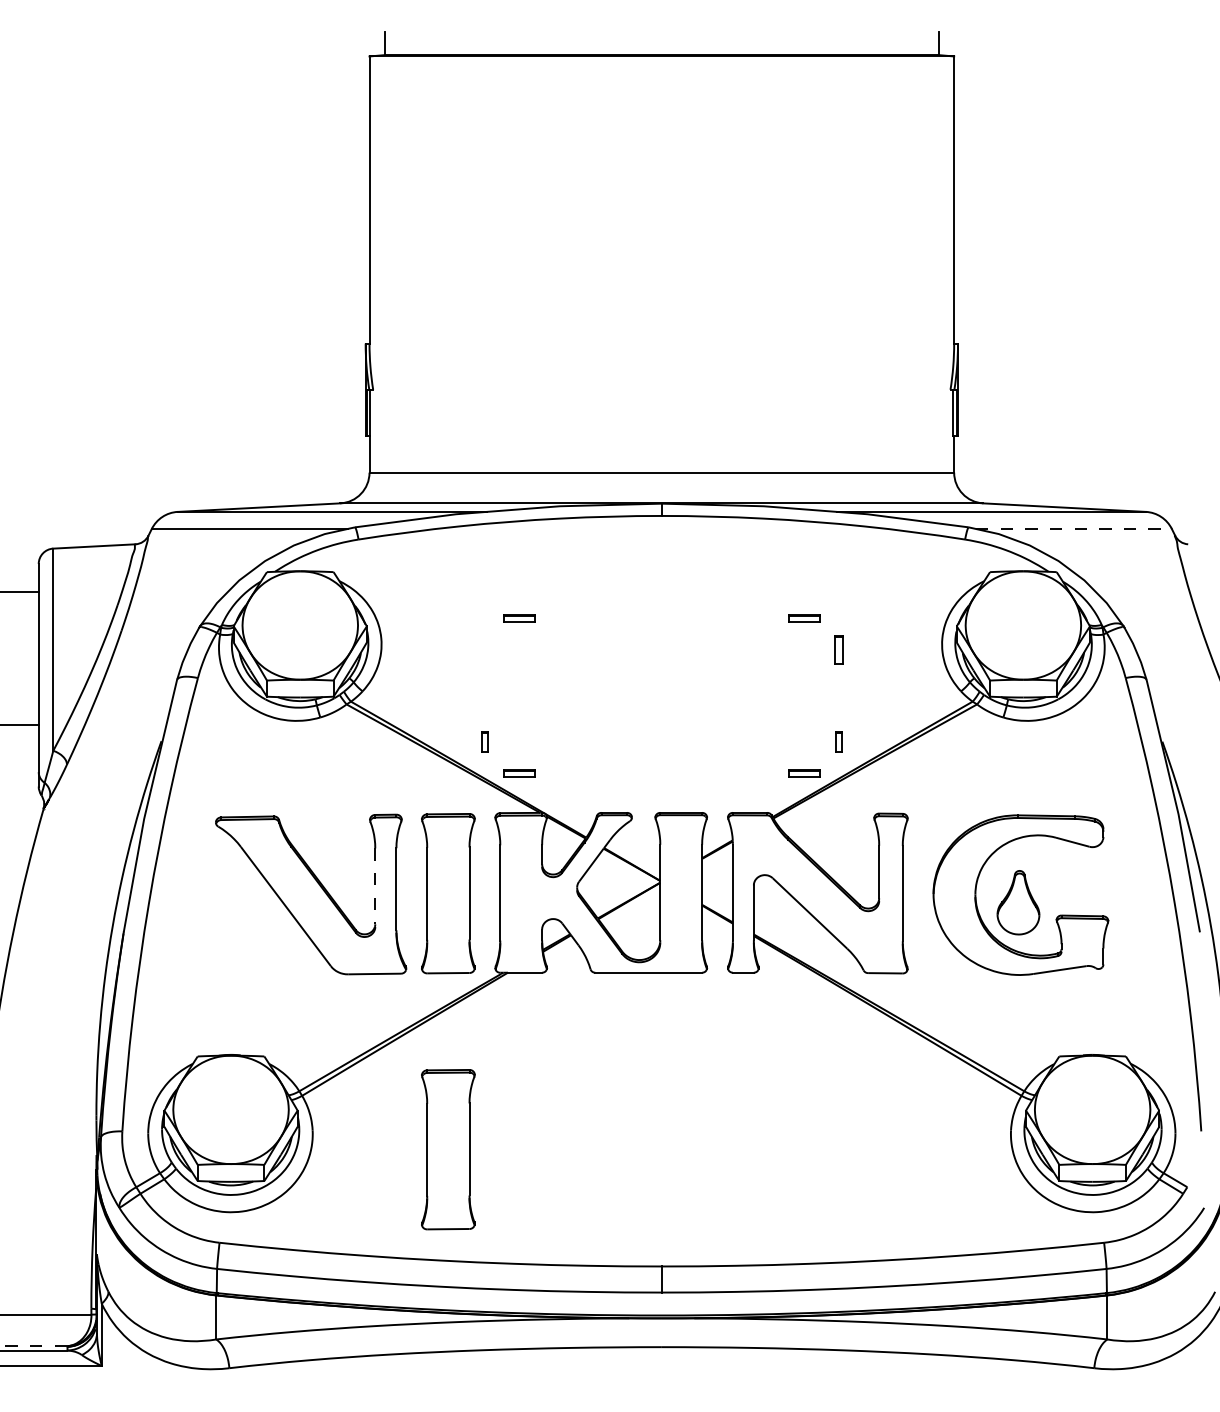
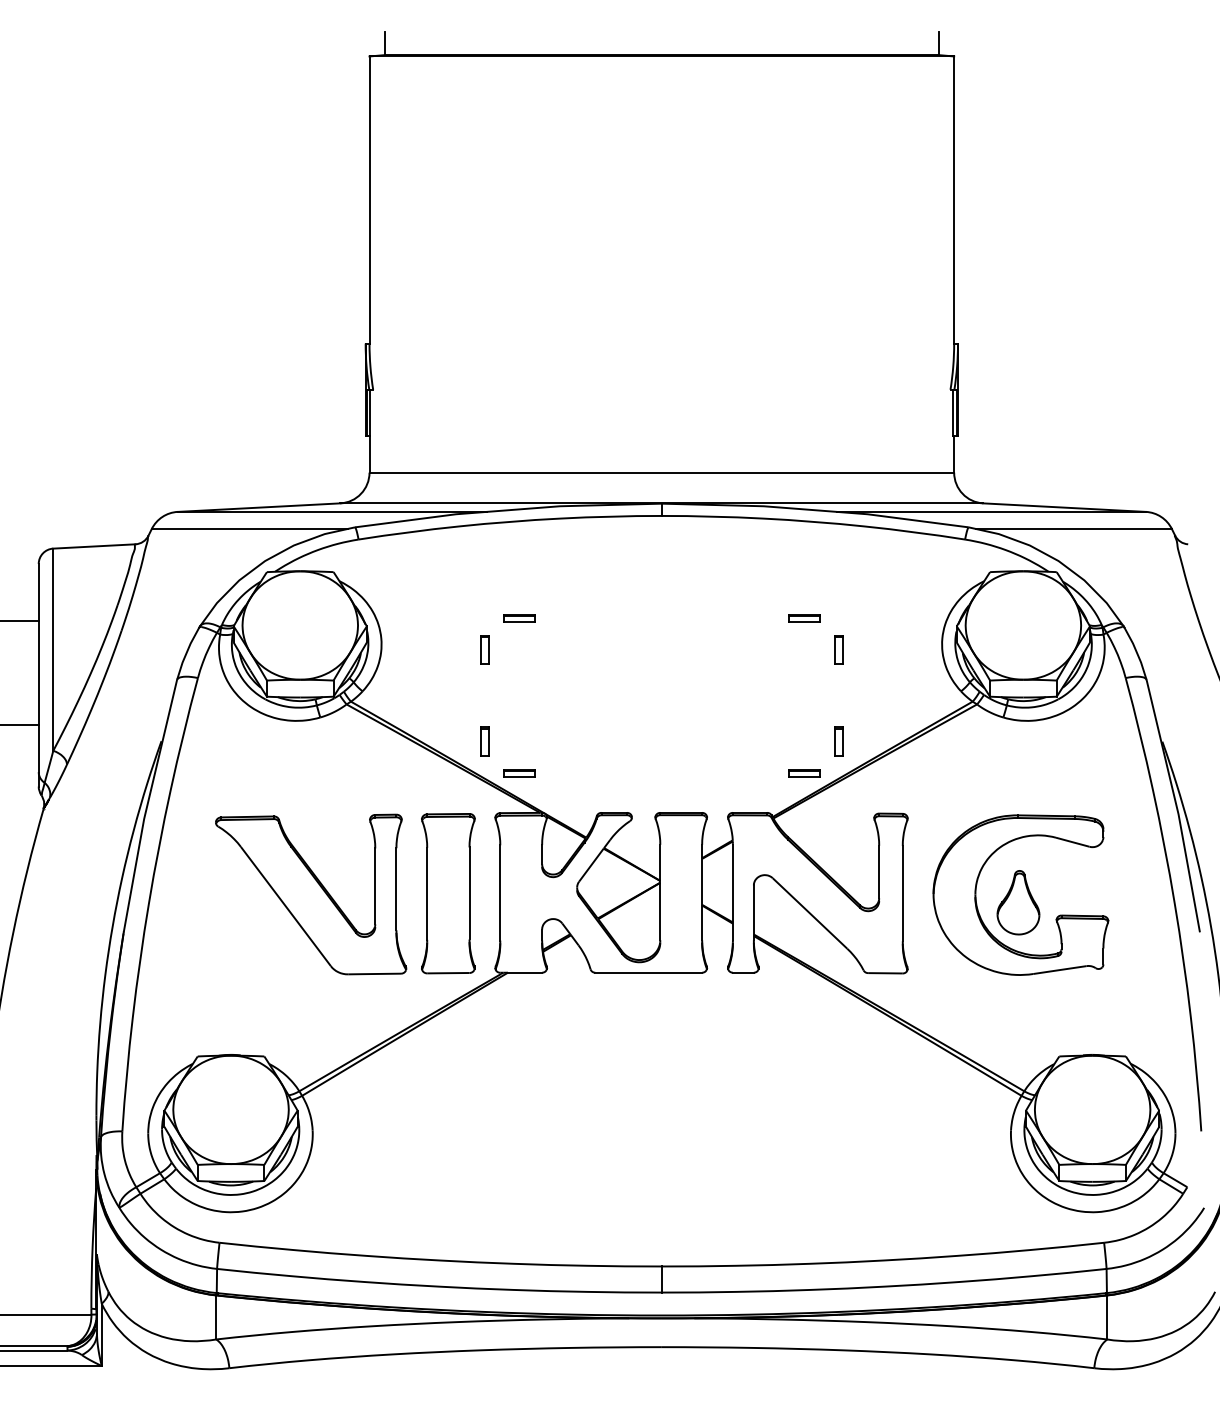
line at (1074, 529): dashed -> solid
line at (20, 592) position: (20, 592) -> (20, 621)
part at (484, 649): none -> present
part at (484, 741) size: 8x22 px -> 10x31 px
part at (838, 741) size: 8x22 px -> 10x31 px
line at (375, 886): dashed -> solid
part at (448, 1149): present -> none
line at (33, 1346): dashed -> solid
